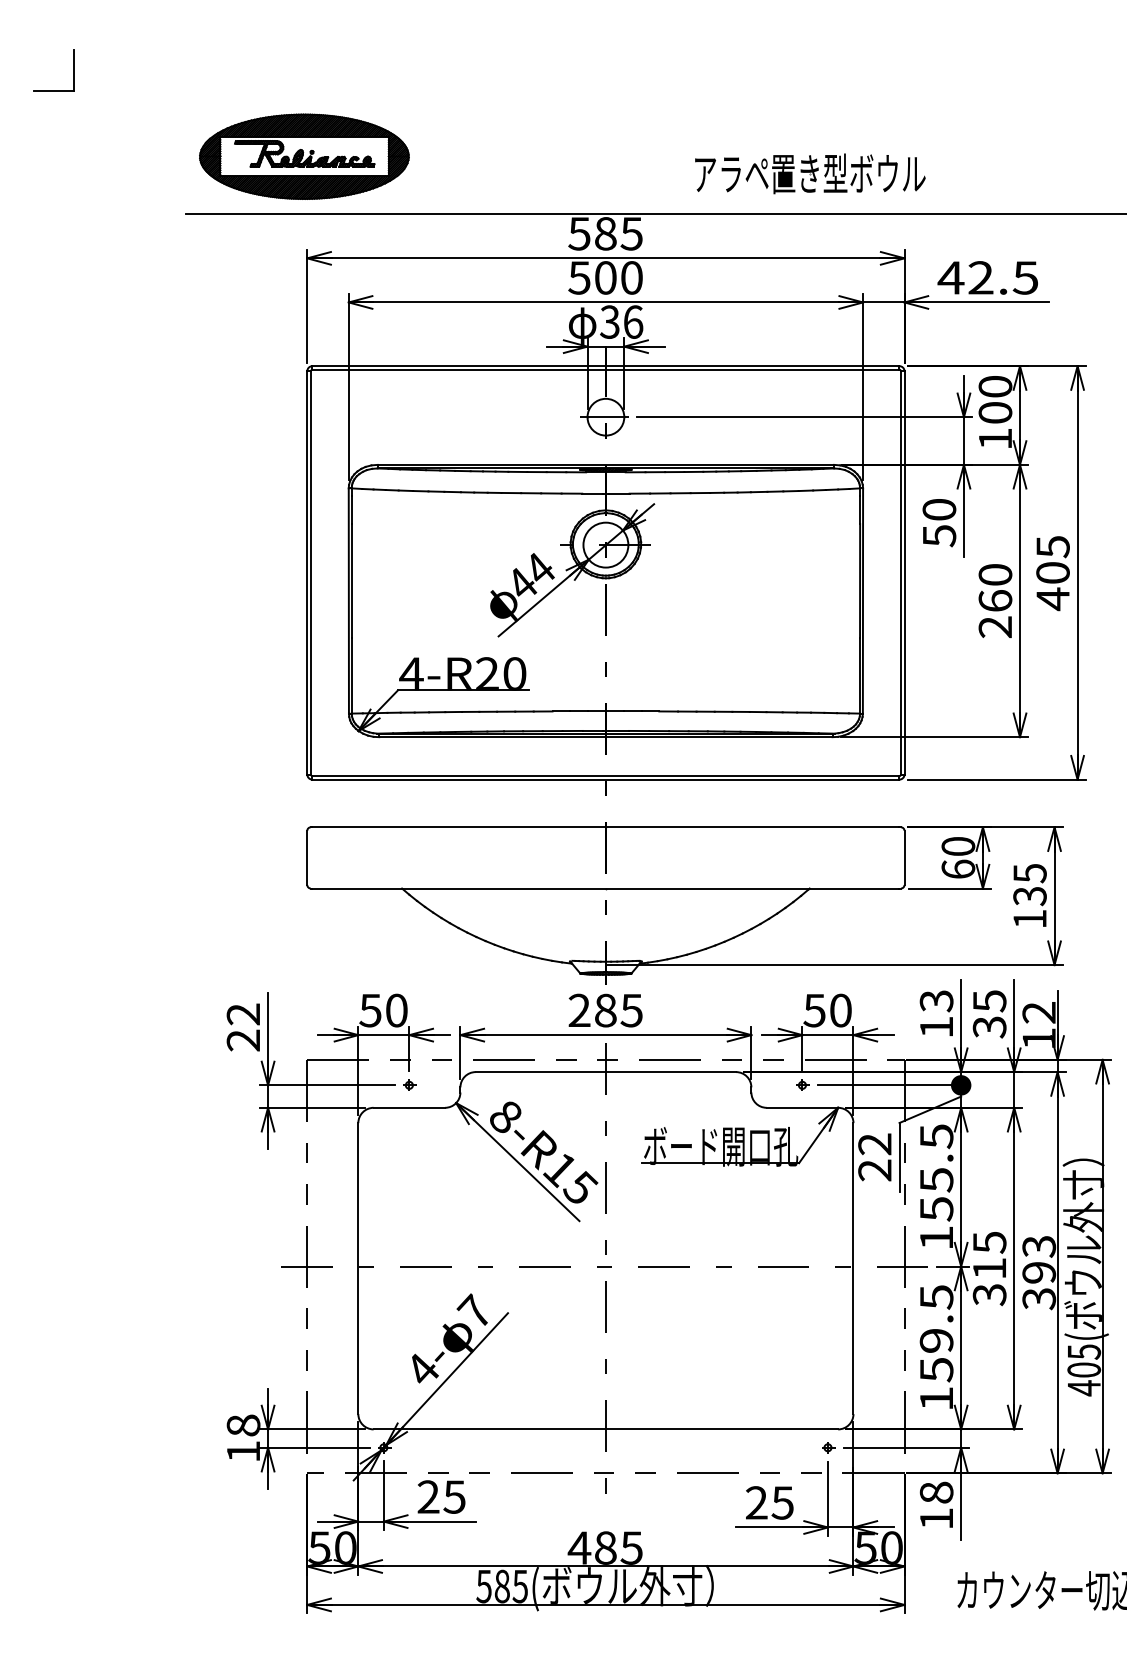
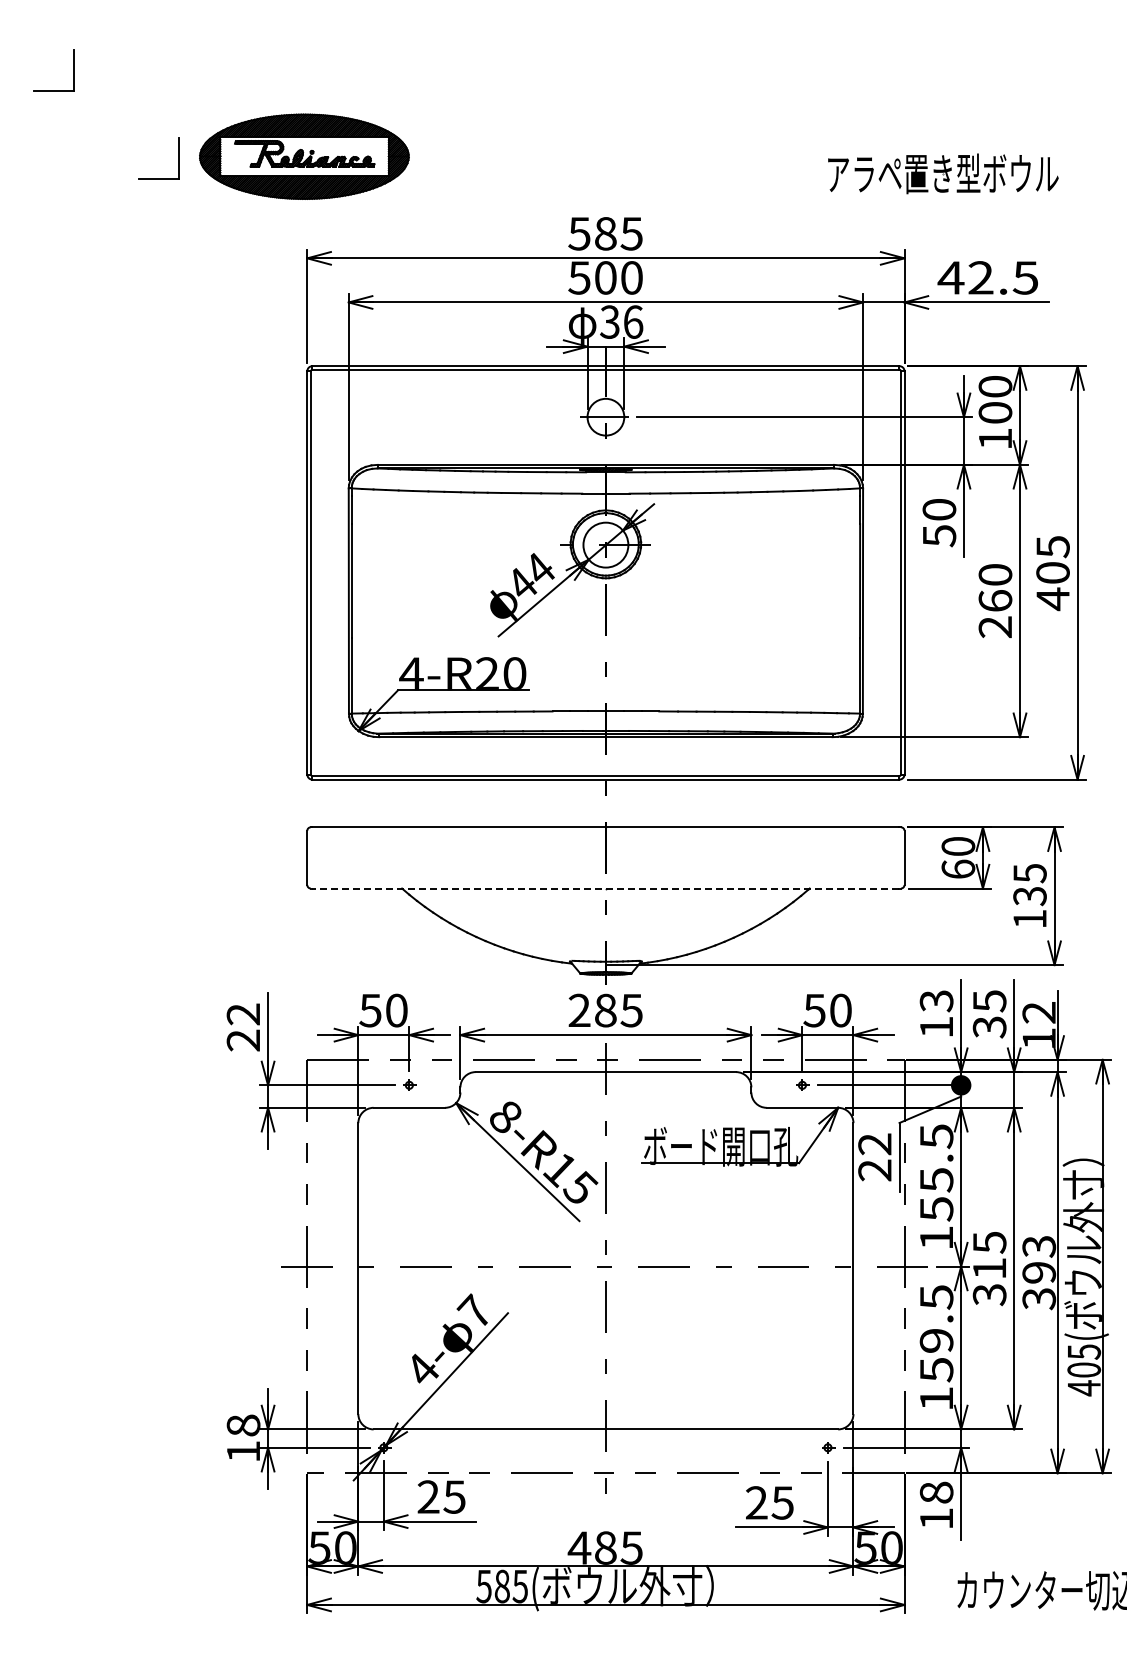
part at (178, 158): none -> present
part at (810, 173) position: (810, 173) -> (943, 173)
line at (654, 213): present -> none
line at (605, 888): solid -> dashed
